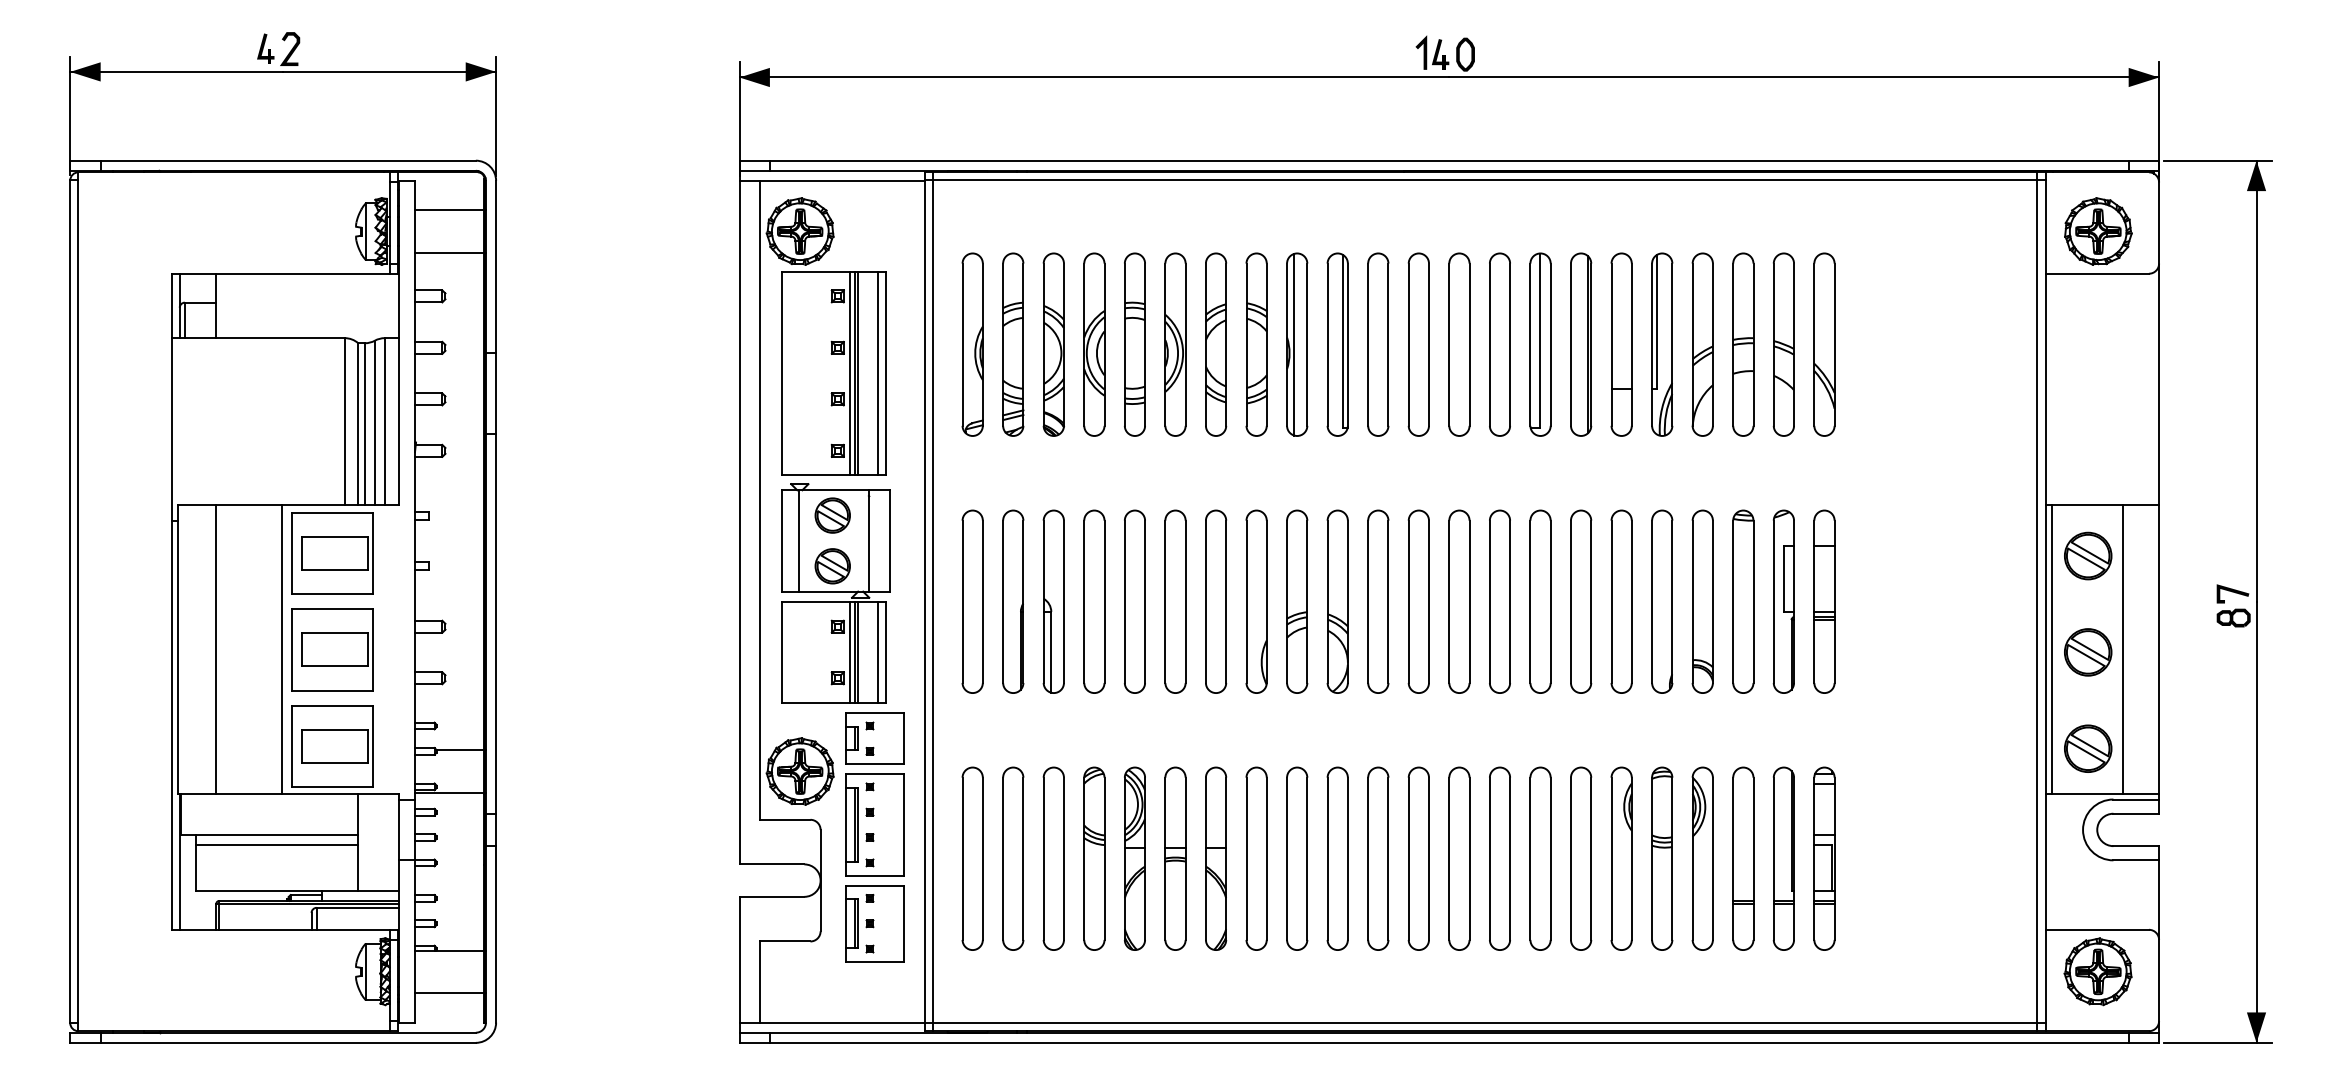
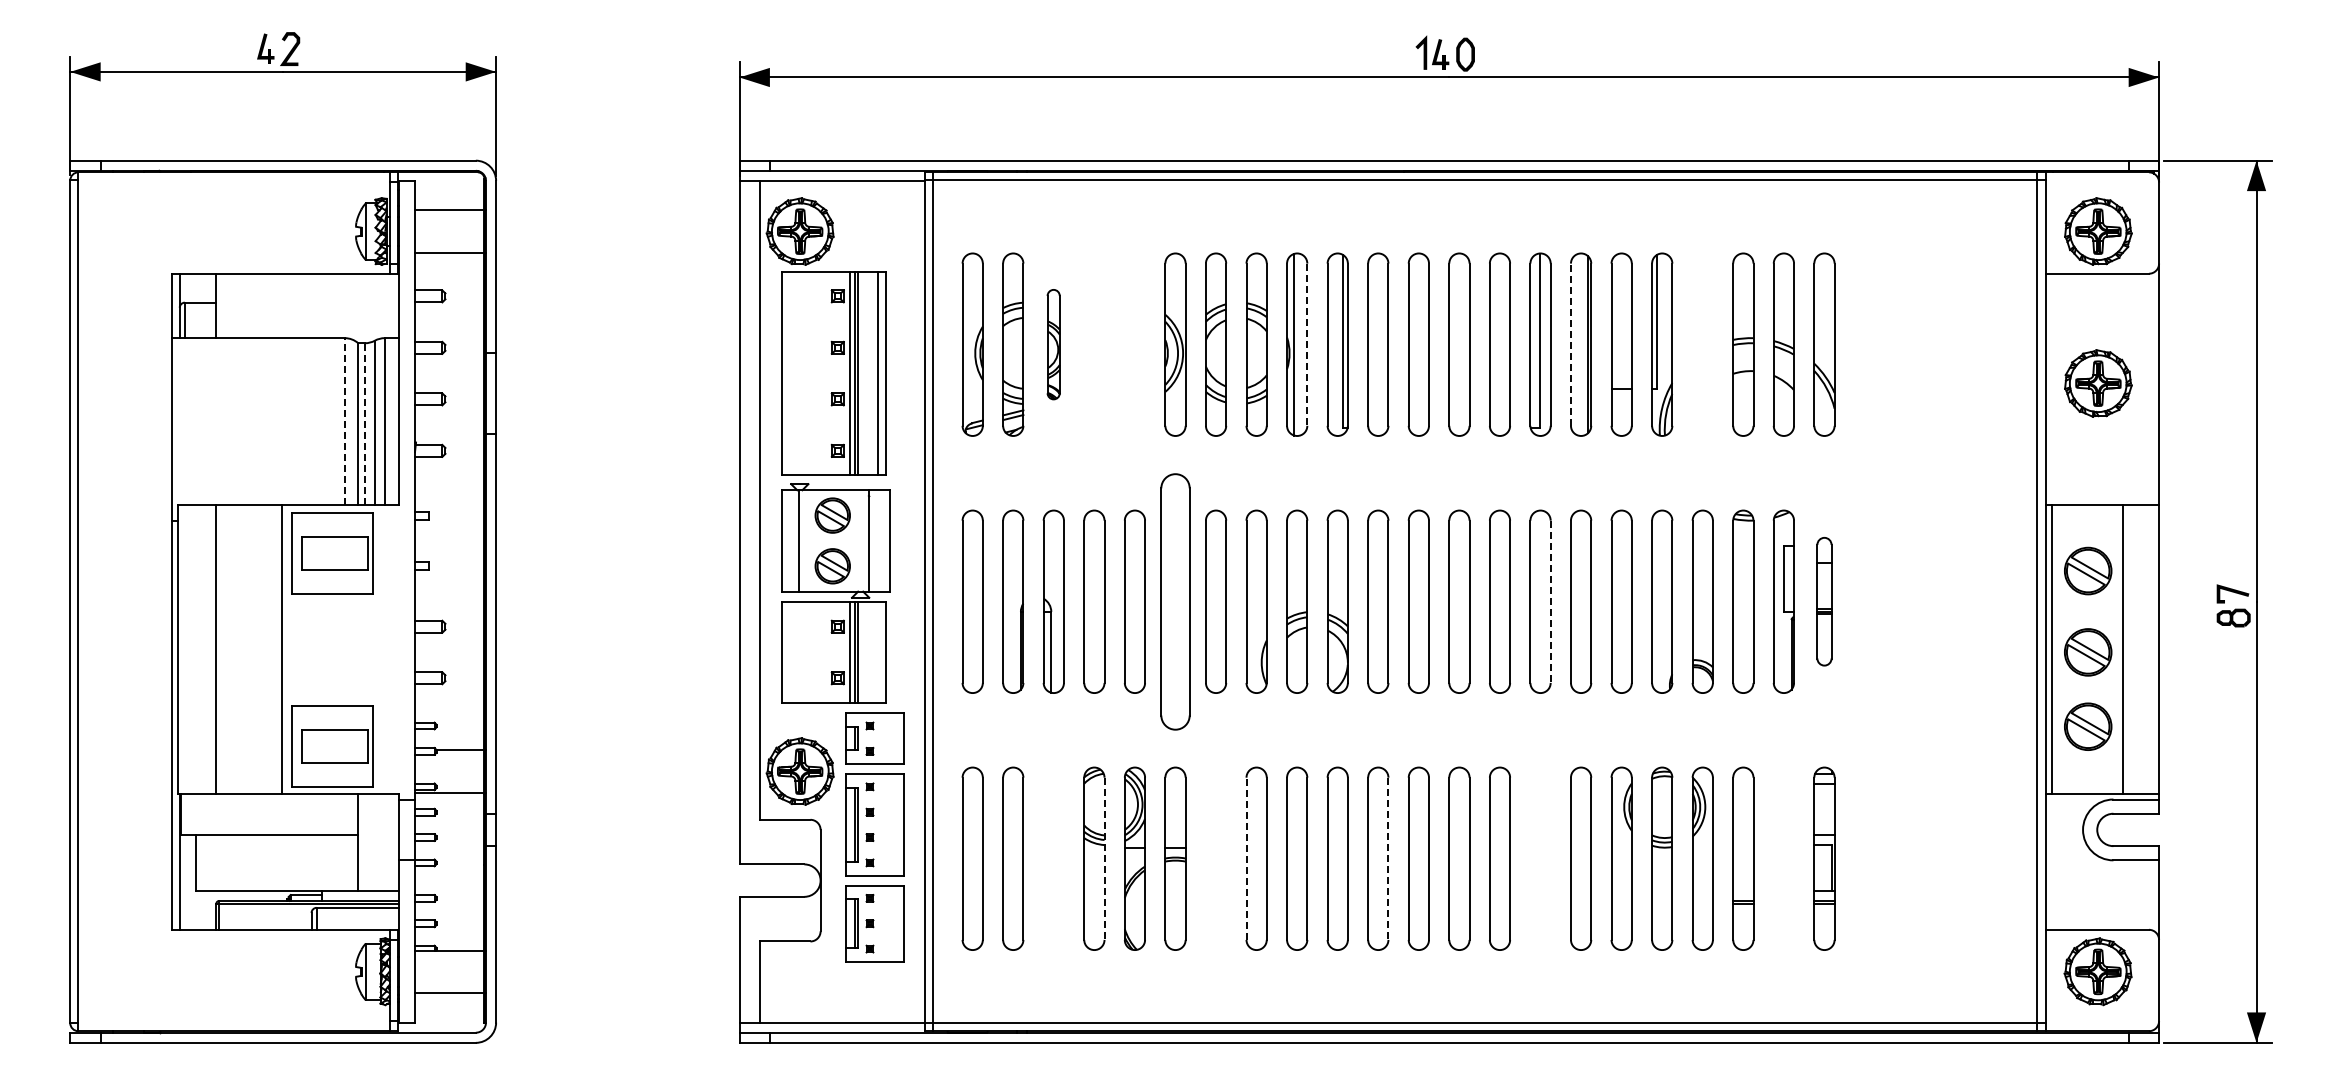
part at (1053, 344) size: 23x185 px -> 15x112 px
part at (1094, 344): present -> none
part at (1134, 344): present -> none
line at (1570, 344): solid -> dashed
part at (1702, 344): present -> none
line at (1307, 345): solid -> dashed
part at (2098, 383): none -> present
line at (344, 421): solid -> dashed
line at (365, 423): solid -> dashed
part at (2088, 555) position: (2088, 555) -> (2088, 570)
part at (1175, 601) size: 23x185 px -> 31x258 px
part at (1824, 601) size: 23x185 px -> 17x130 px
line at (1550, 602): solid -> dashed
part at (332, 649): present -> none
line at (877, 652): present -> none
part at (2088, 748) position: (2088, 748) -> (2088, 726)
line at (276, 845): present -> none
part at (1053, 858): present -> none
part at (1216, 858): present -> none
line at (1246, 858): solid -> dashed
part at (1540, 858): present -> none
part at (1783, 858): present -> none
line at (1104, 859): solid -> dashed
line at (1388, 859): solid -> dashed
